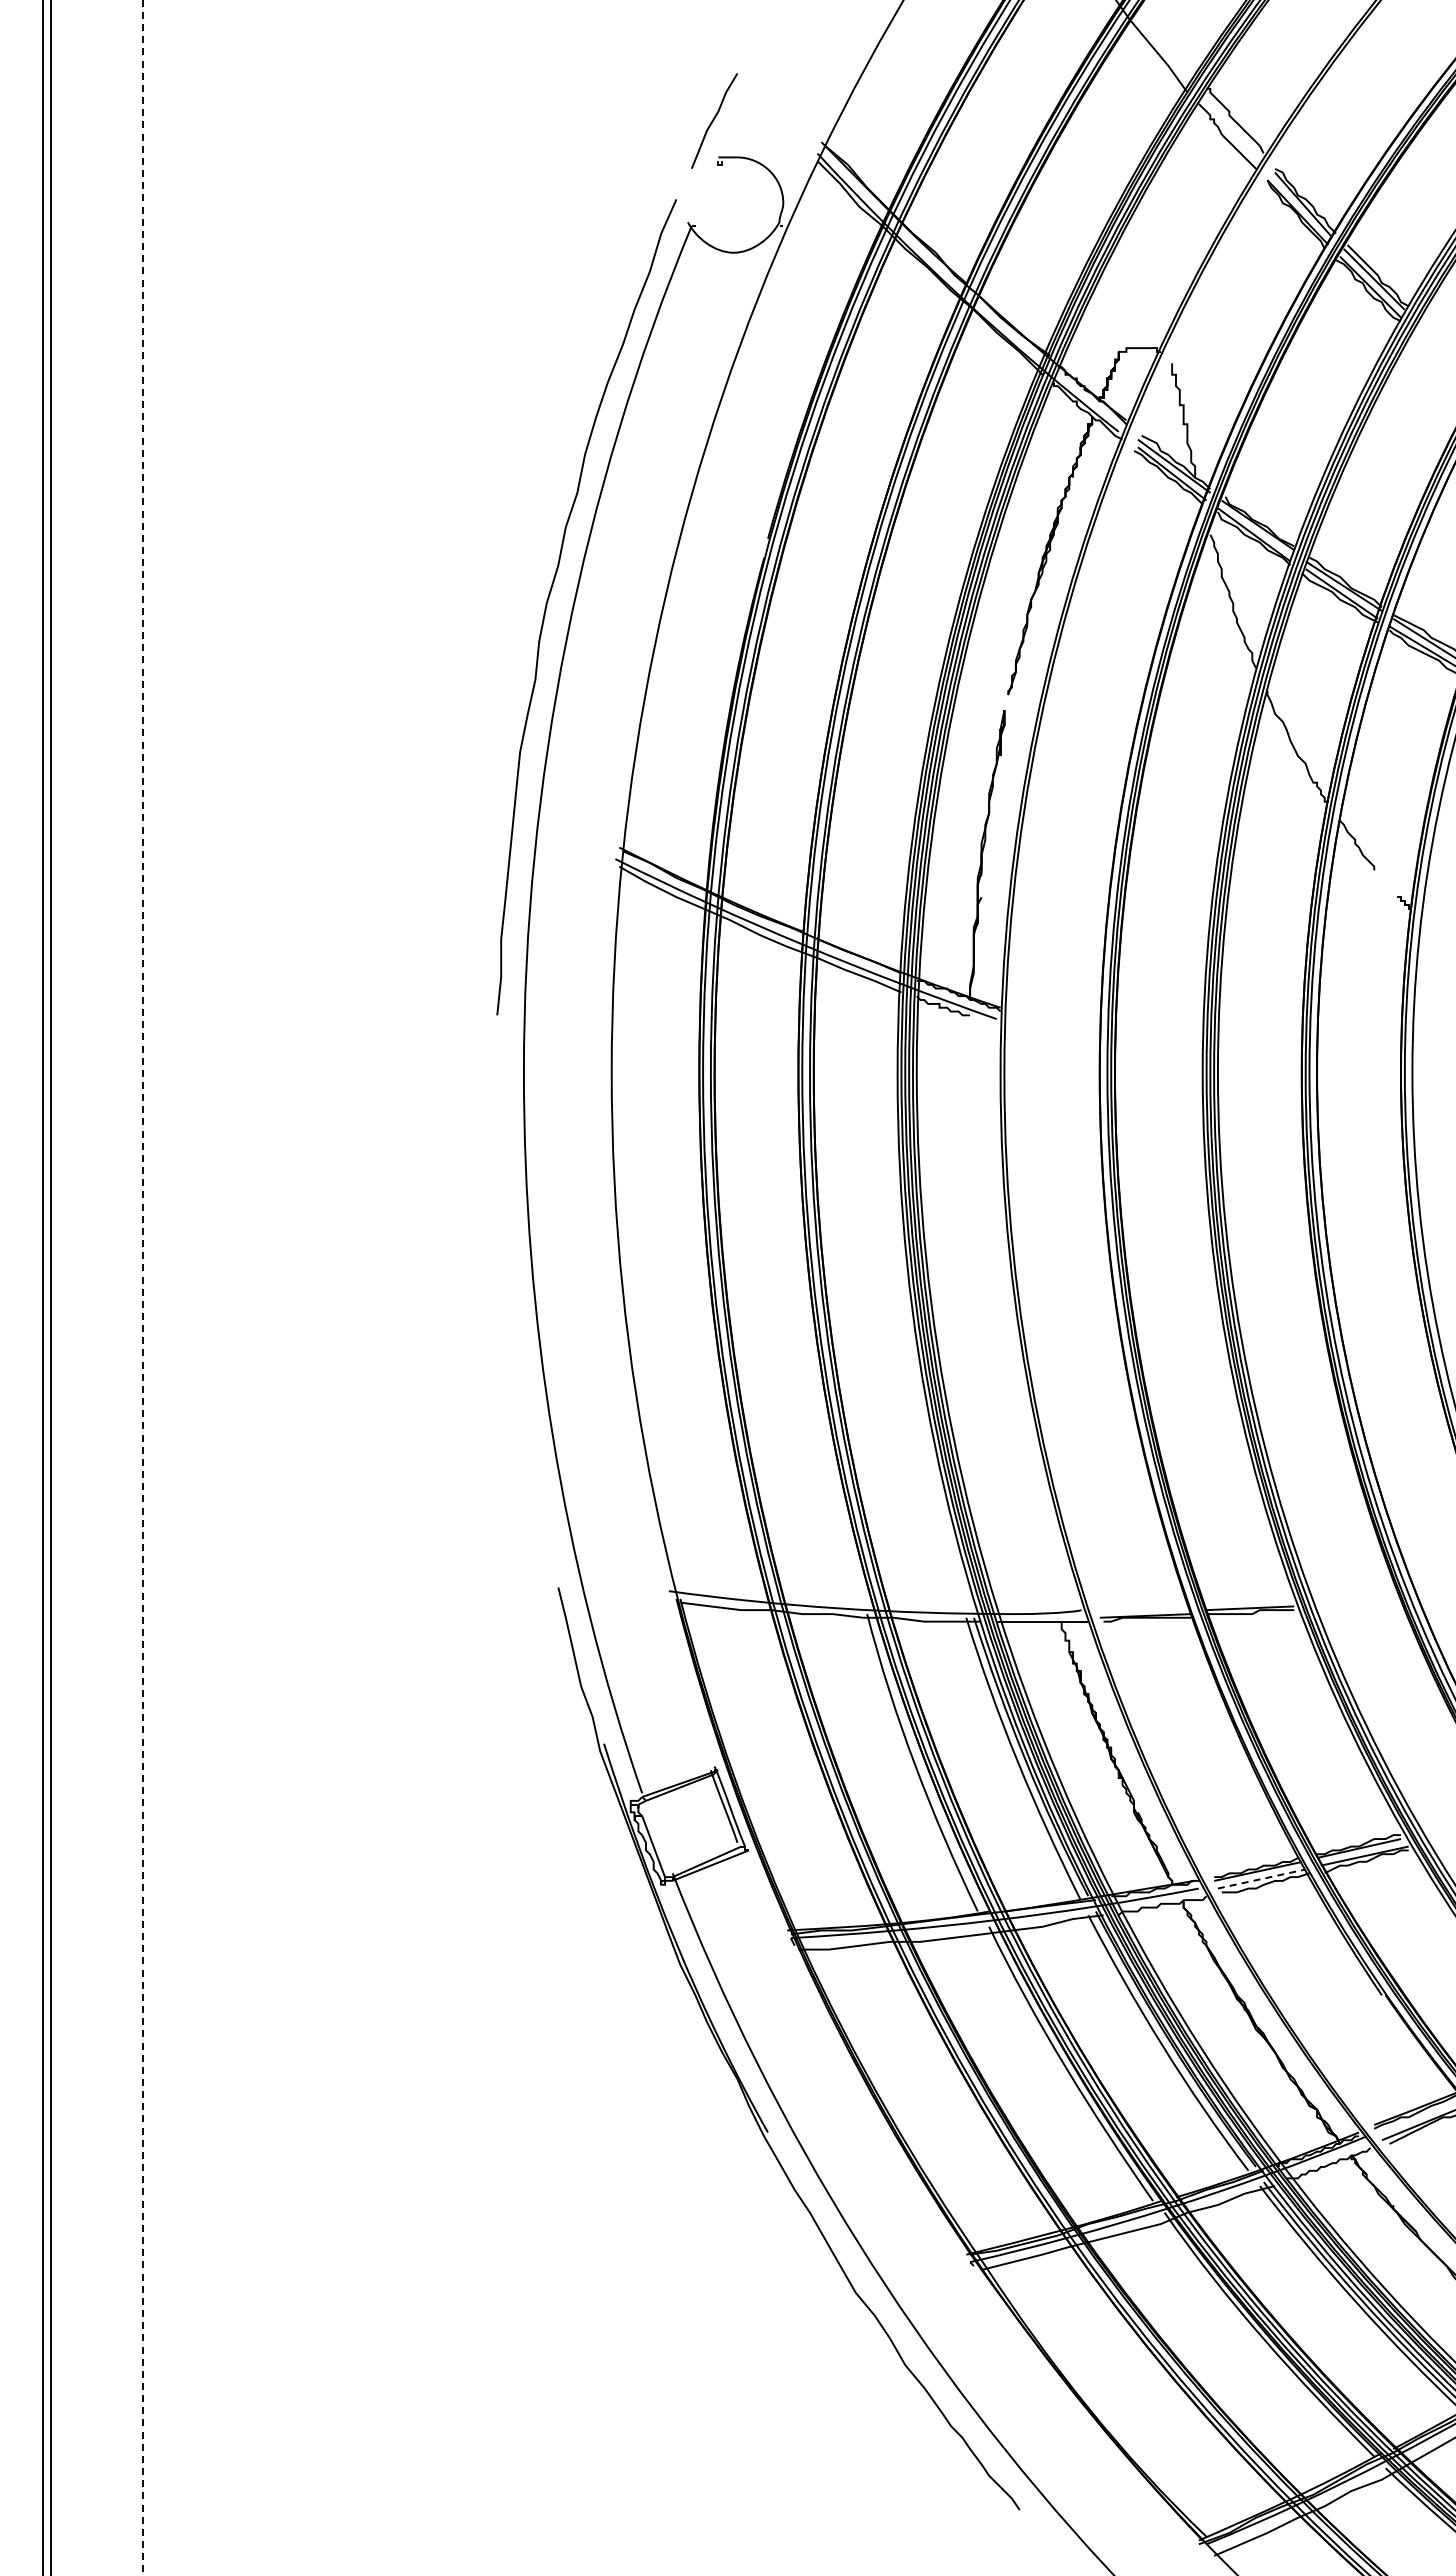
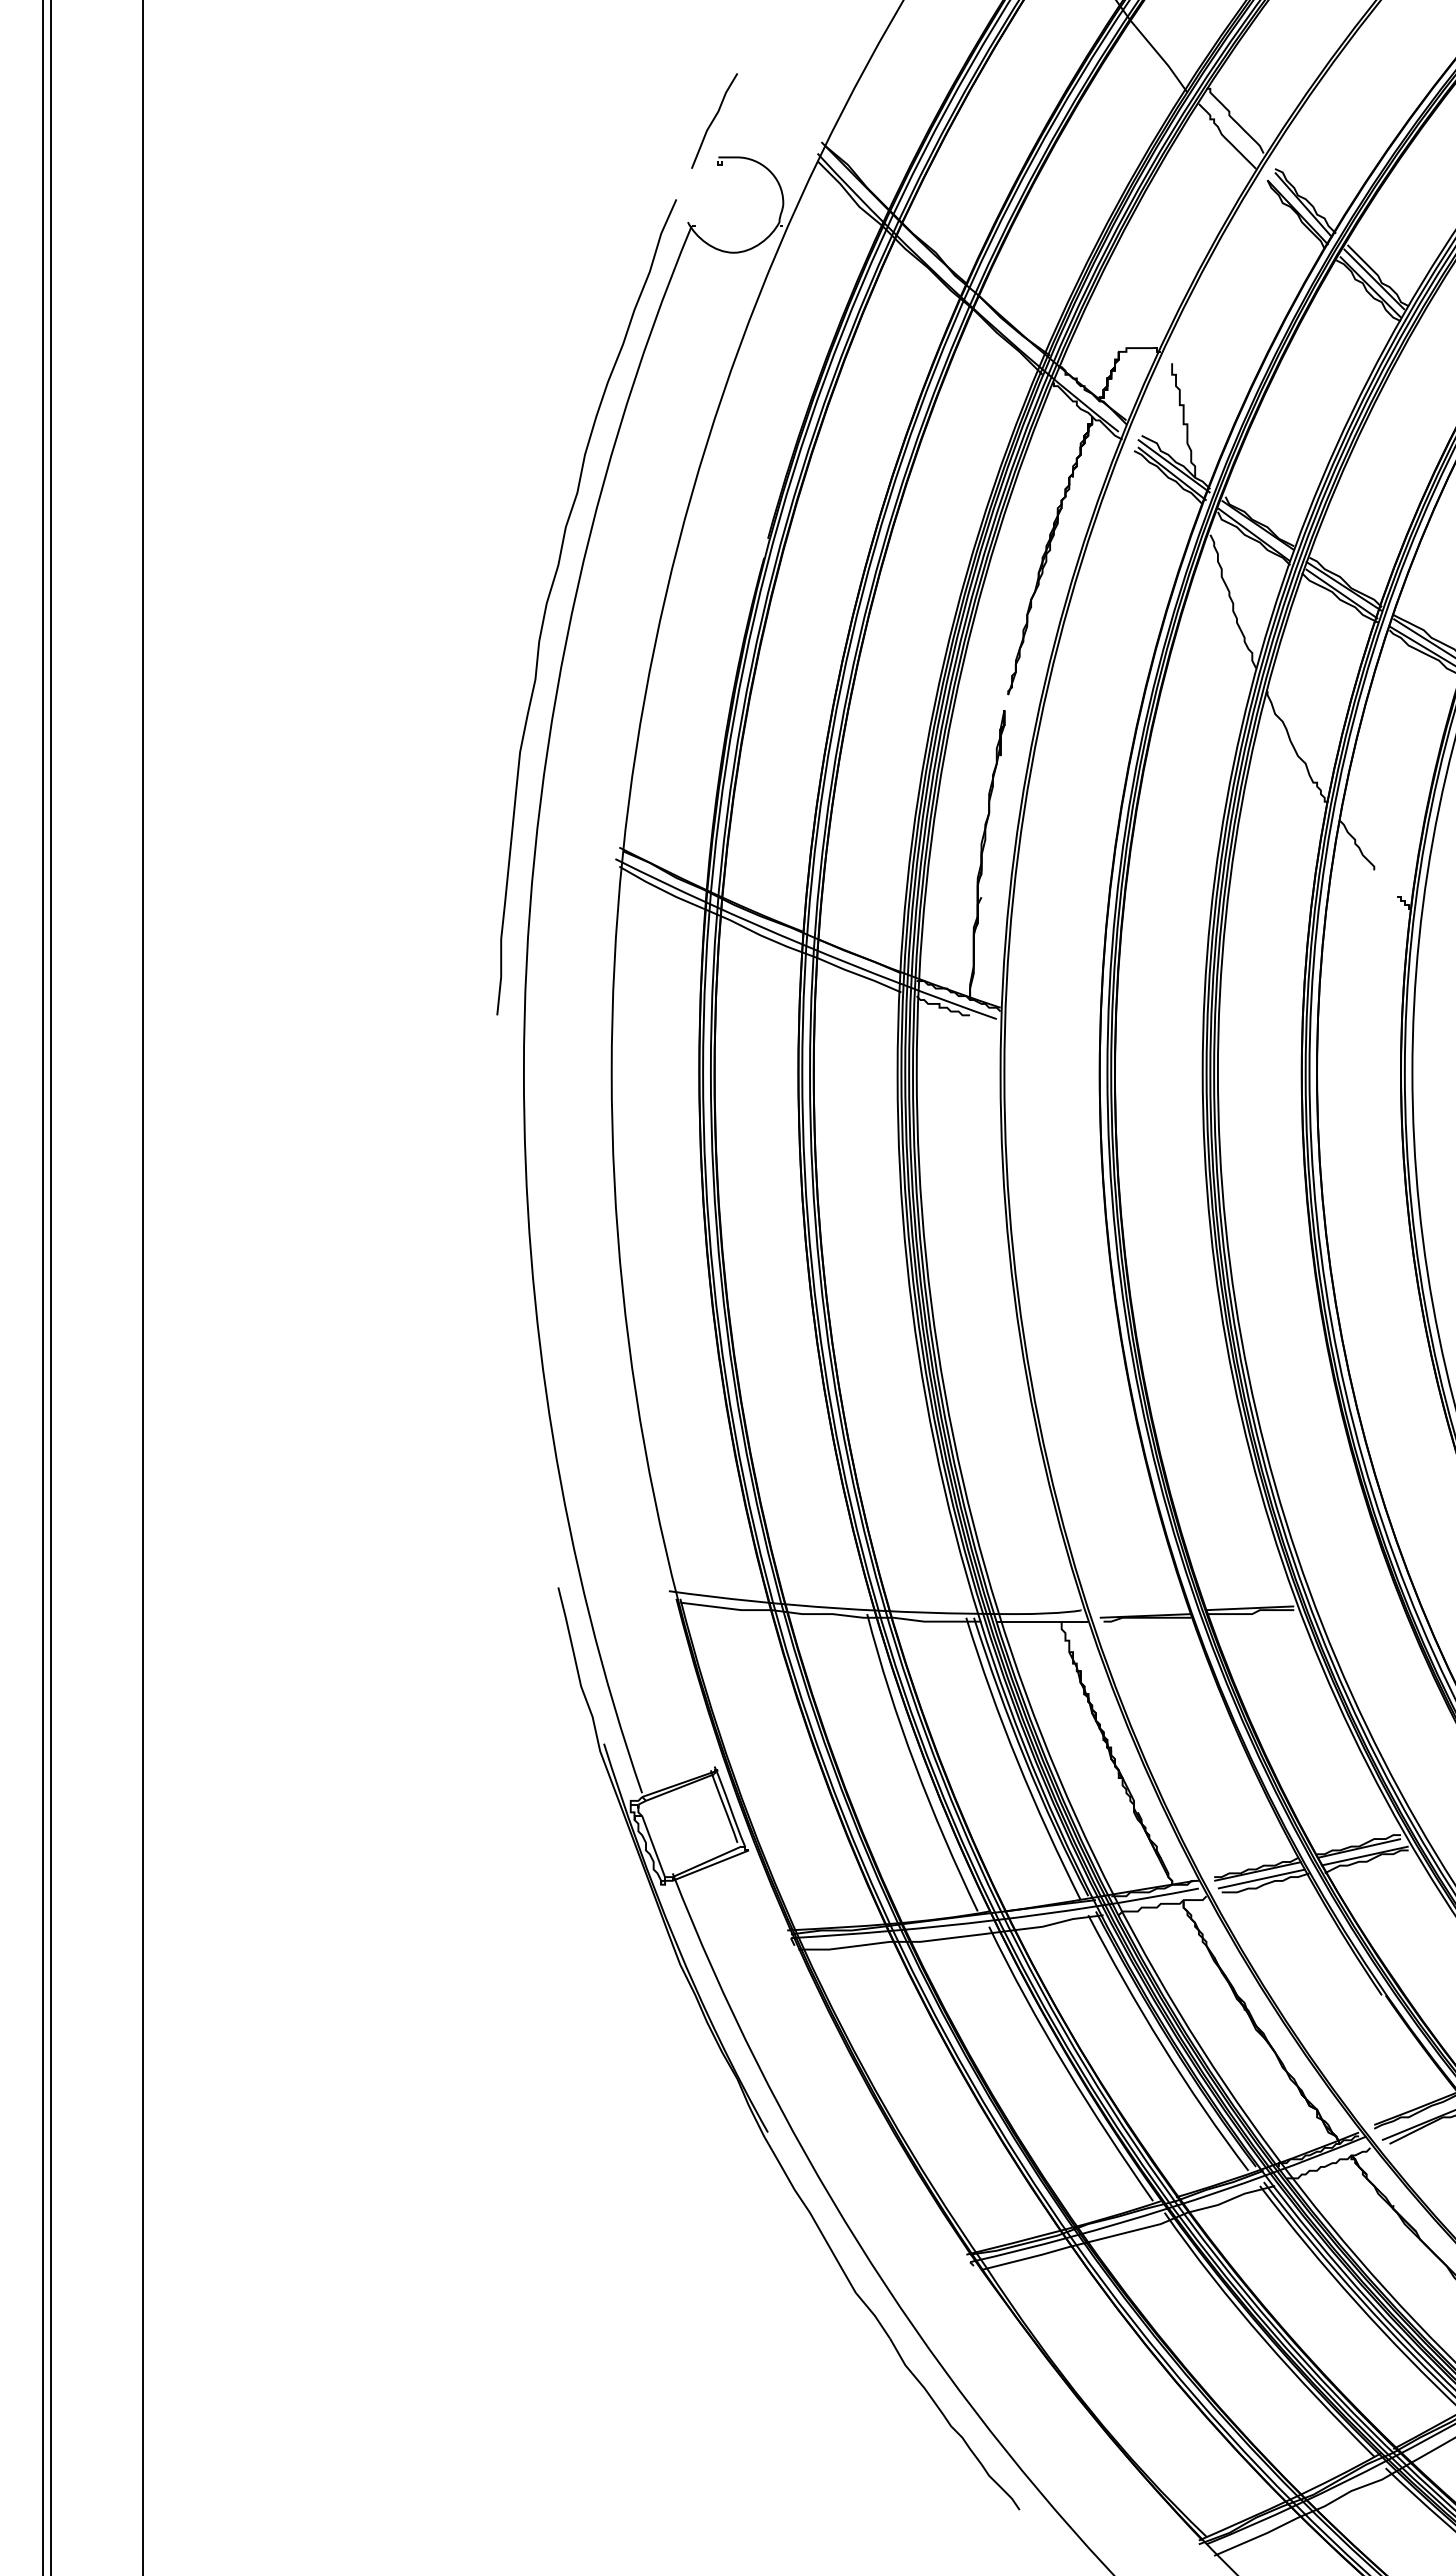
line at (142, 1287): dashed -> solid
line at (1261, 1879): dashed -> solid
